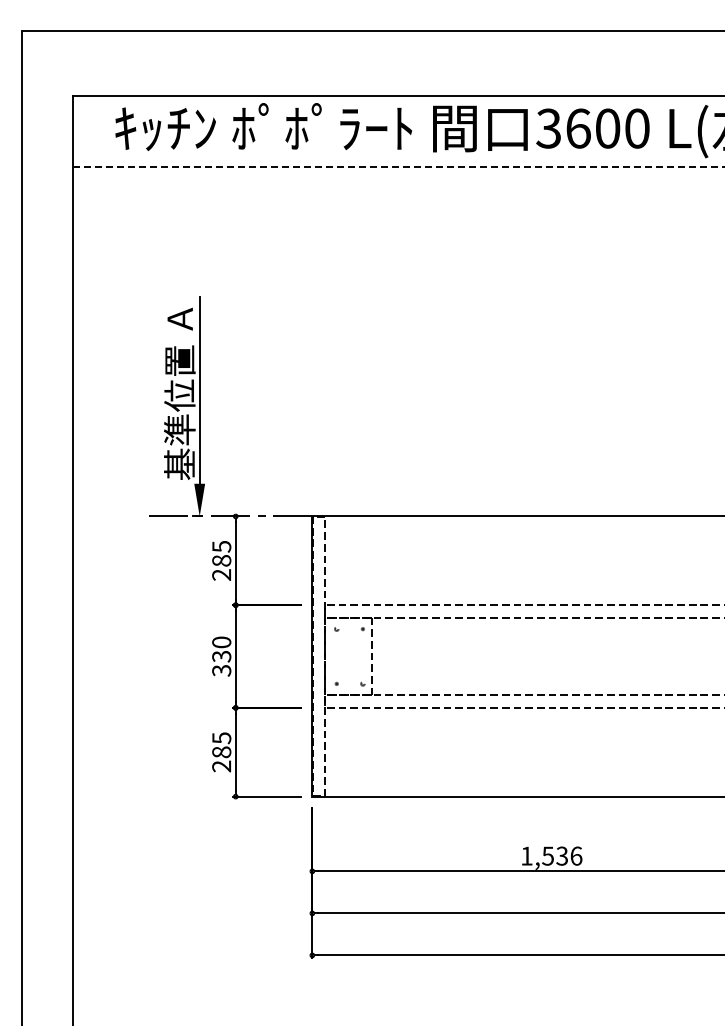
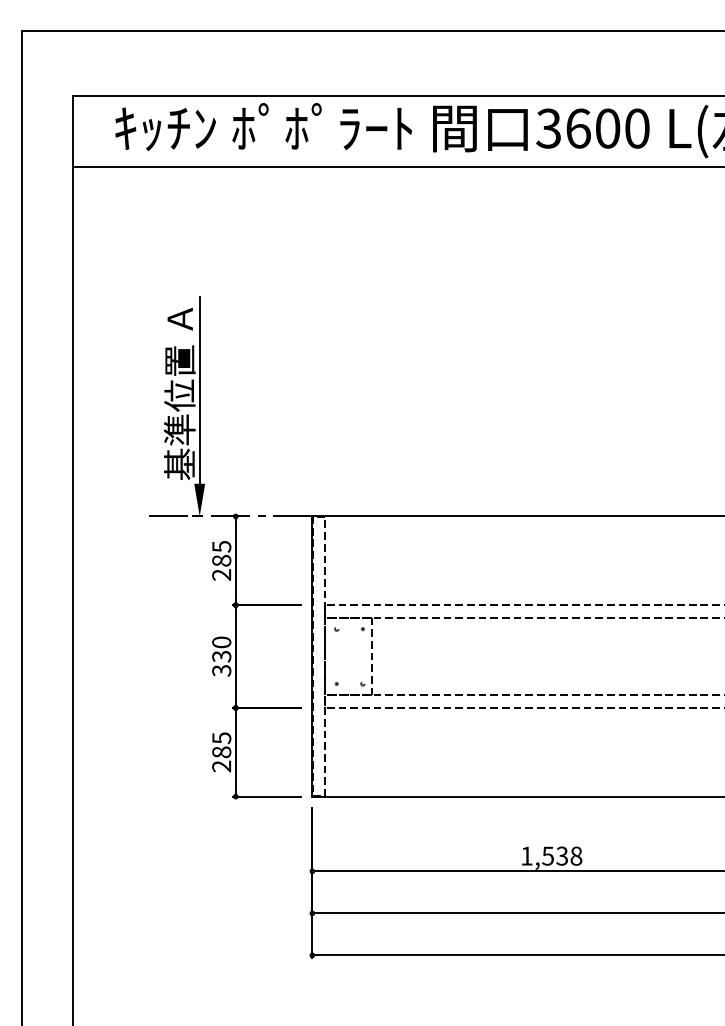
line at (398, 166): dashed -> solid
text at (576, 855): 1,536 -> 1,538
